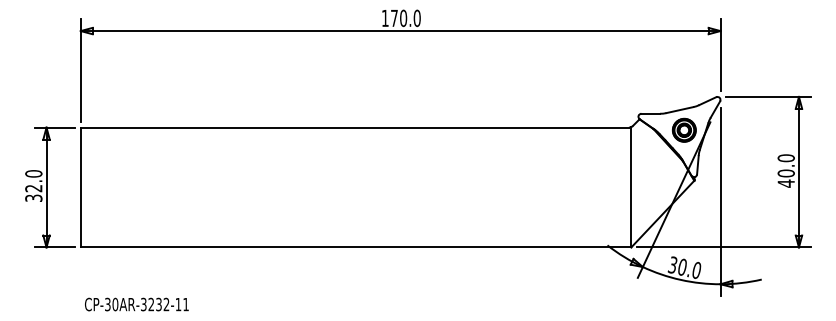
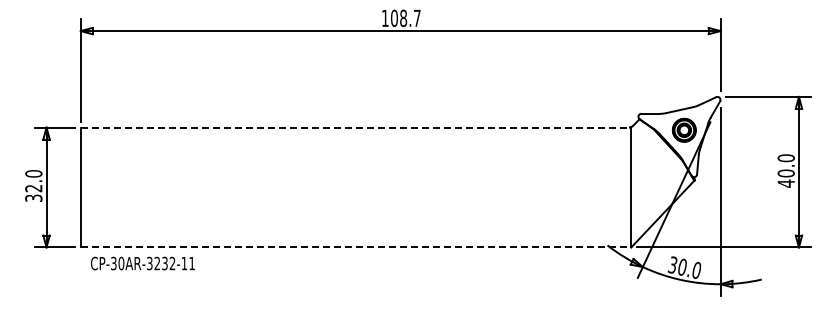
text at (405, 18): 170.0 -> 108.7
line at (355, 127): solid -> dashed
line at (356, 247): solid -> dashed
text at (136, 304) position: (136, 304) -> (142, 263)
